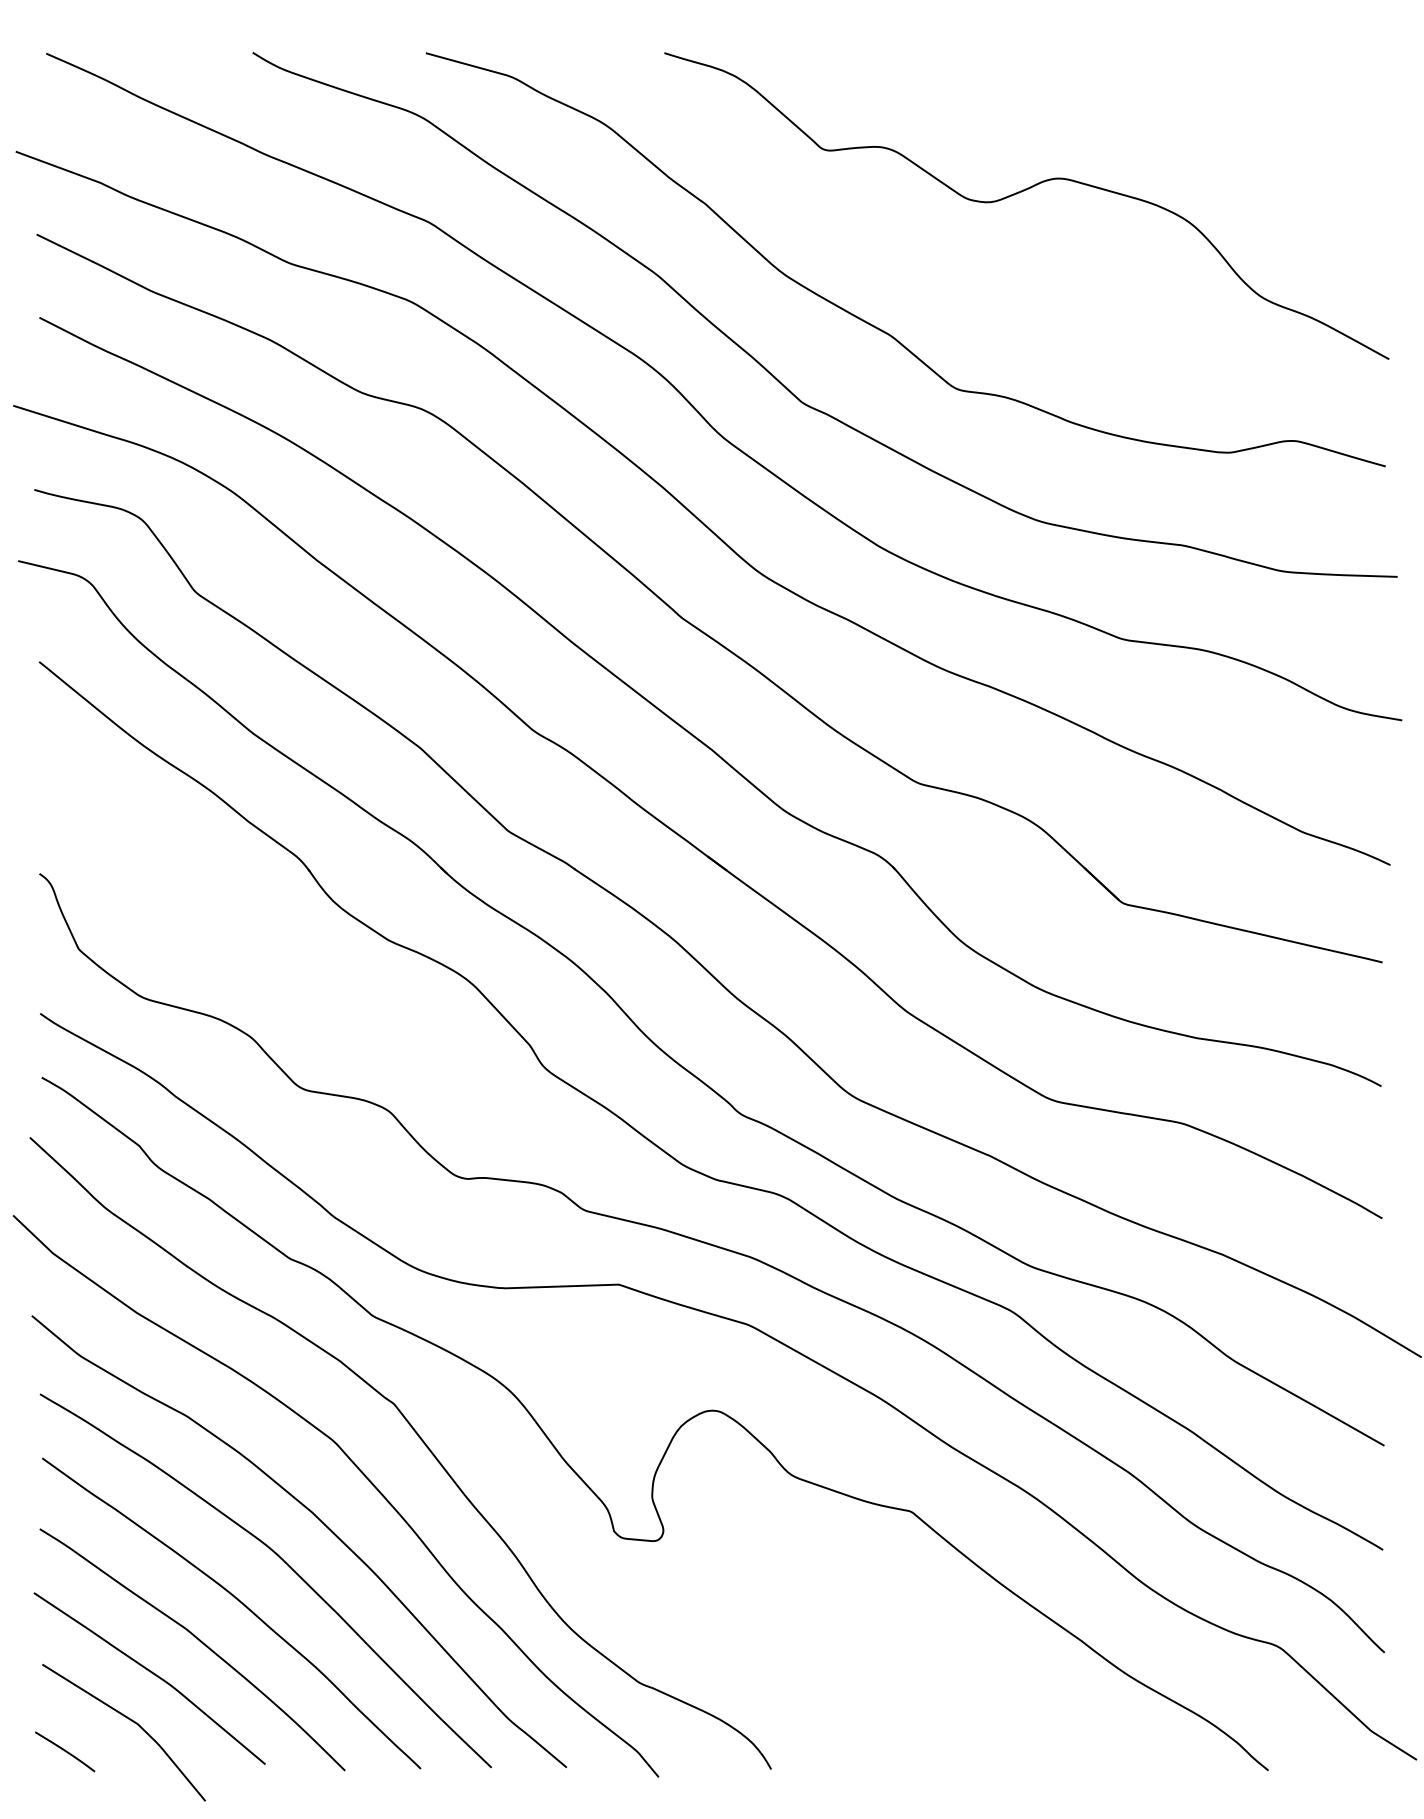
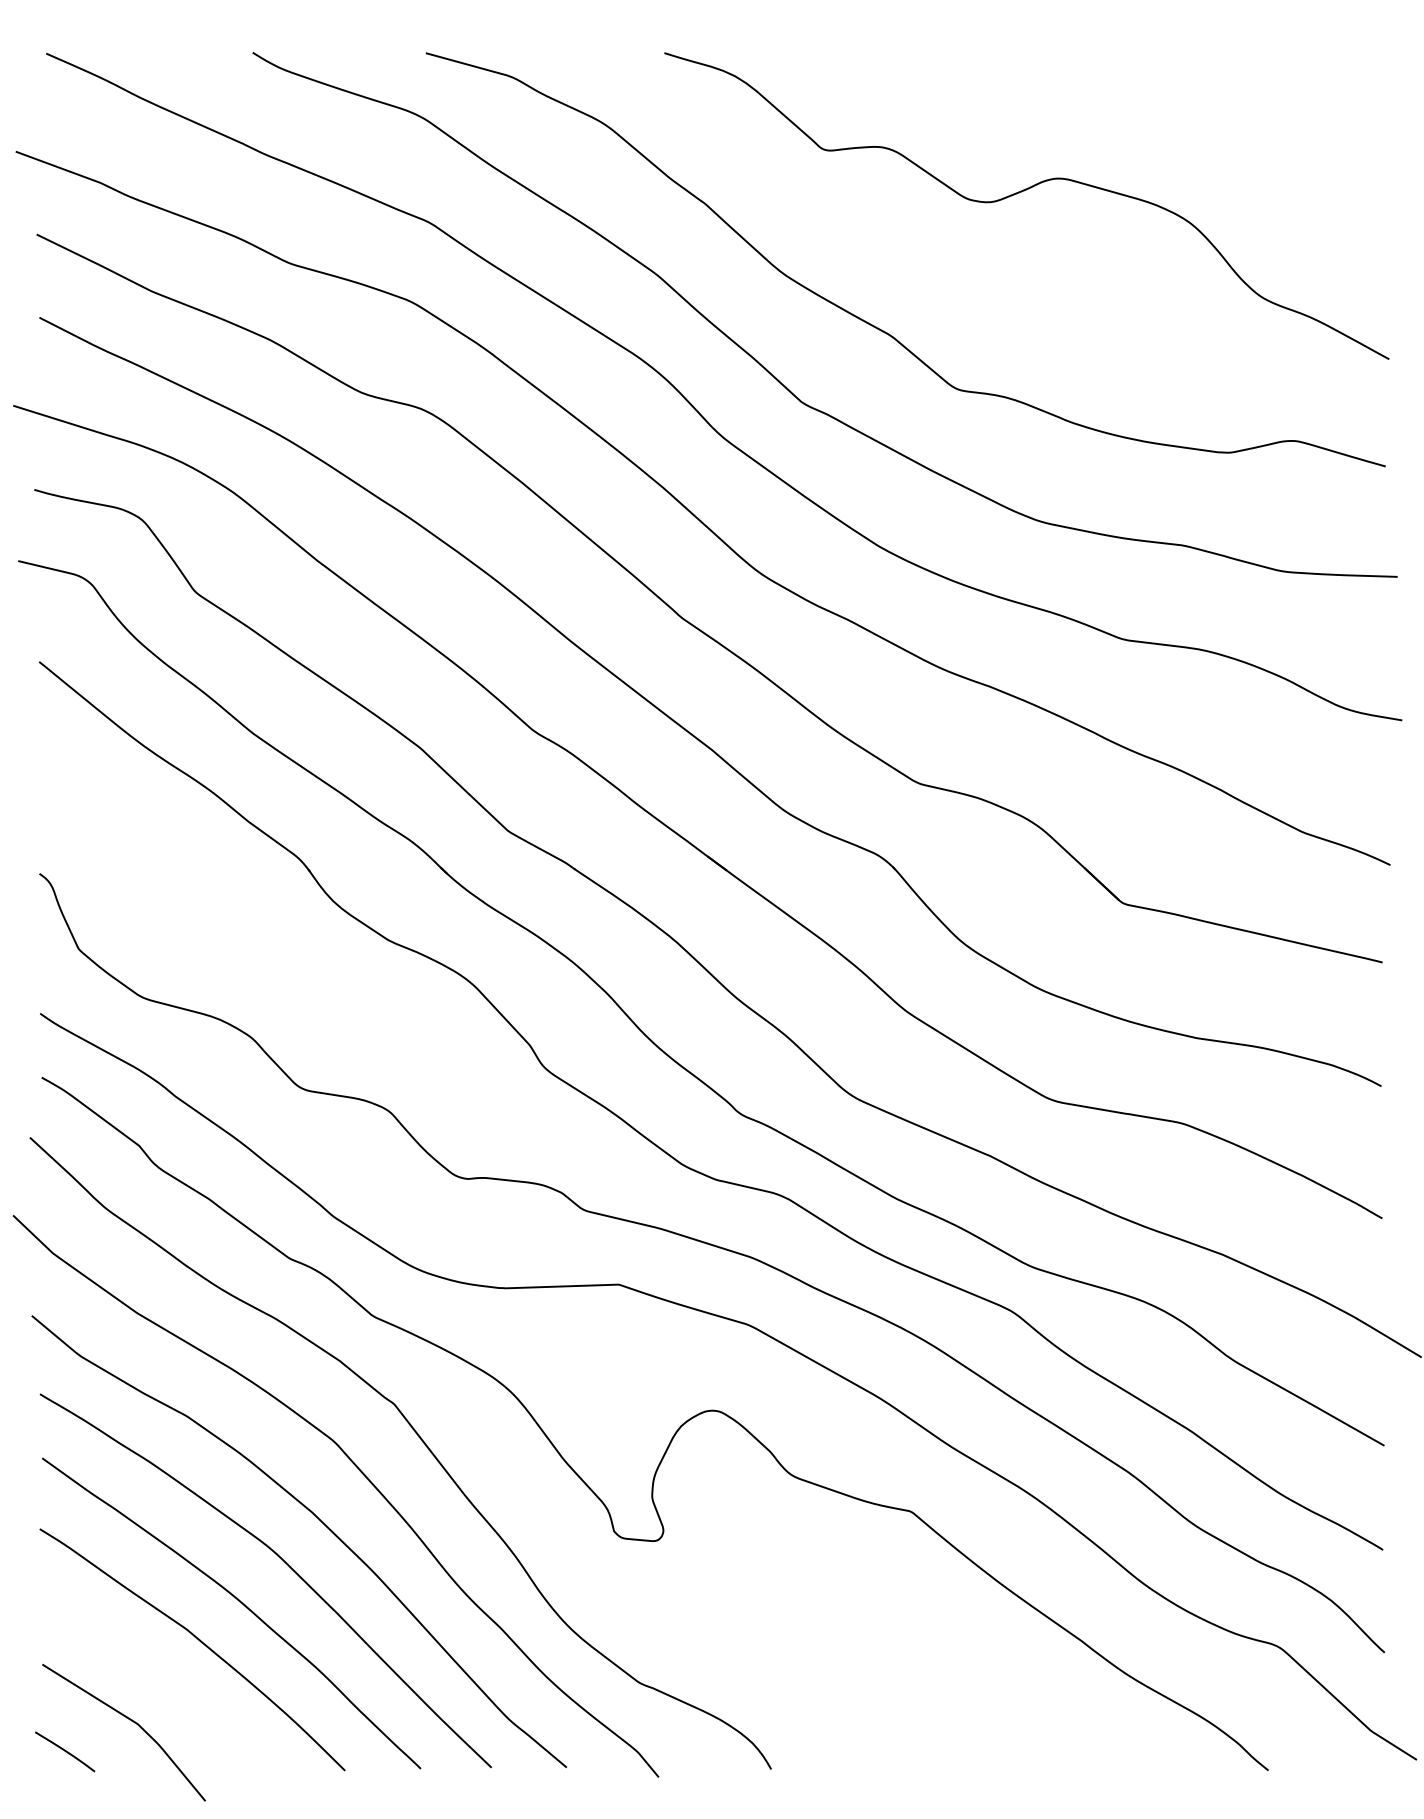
curve at (151, 1673): present -> none
